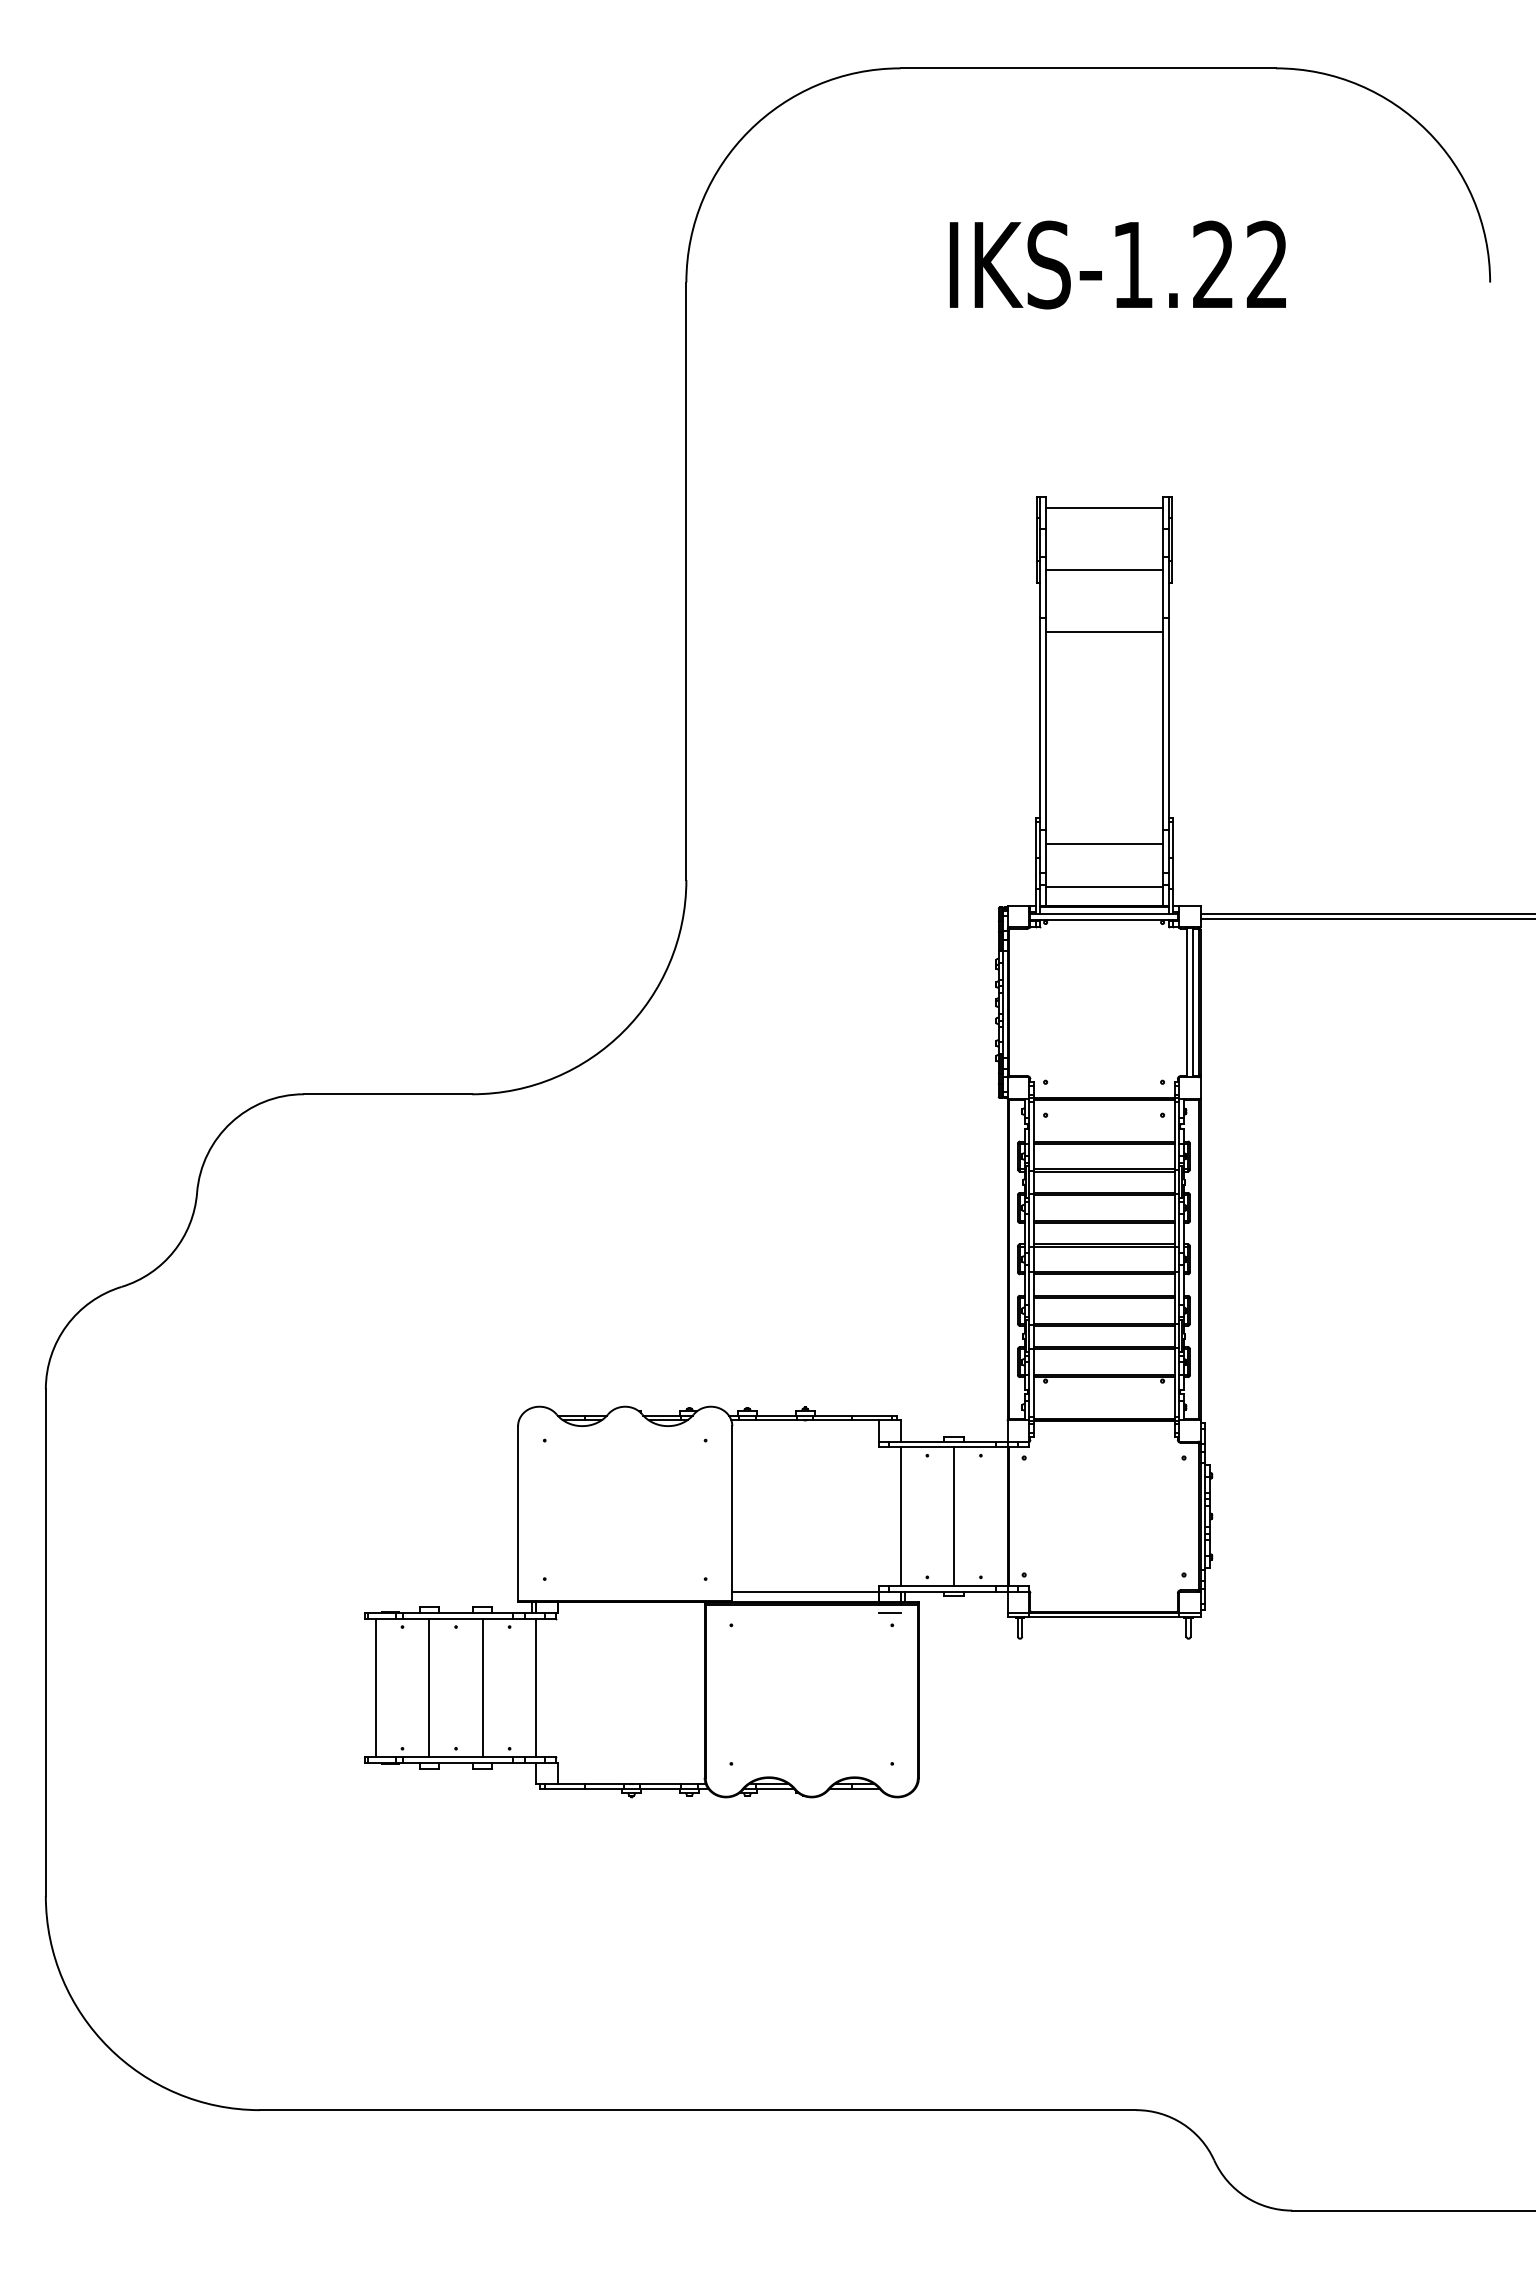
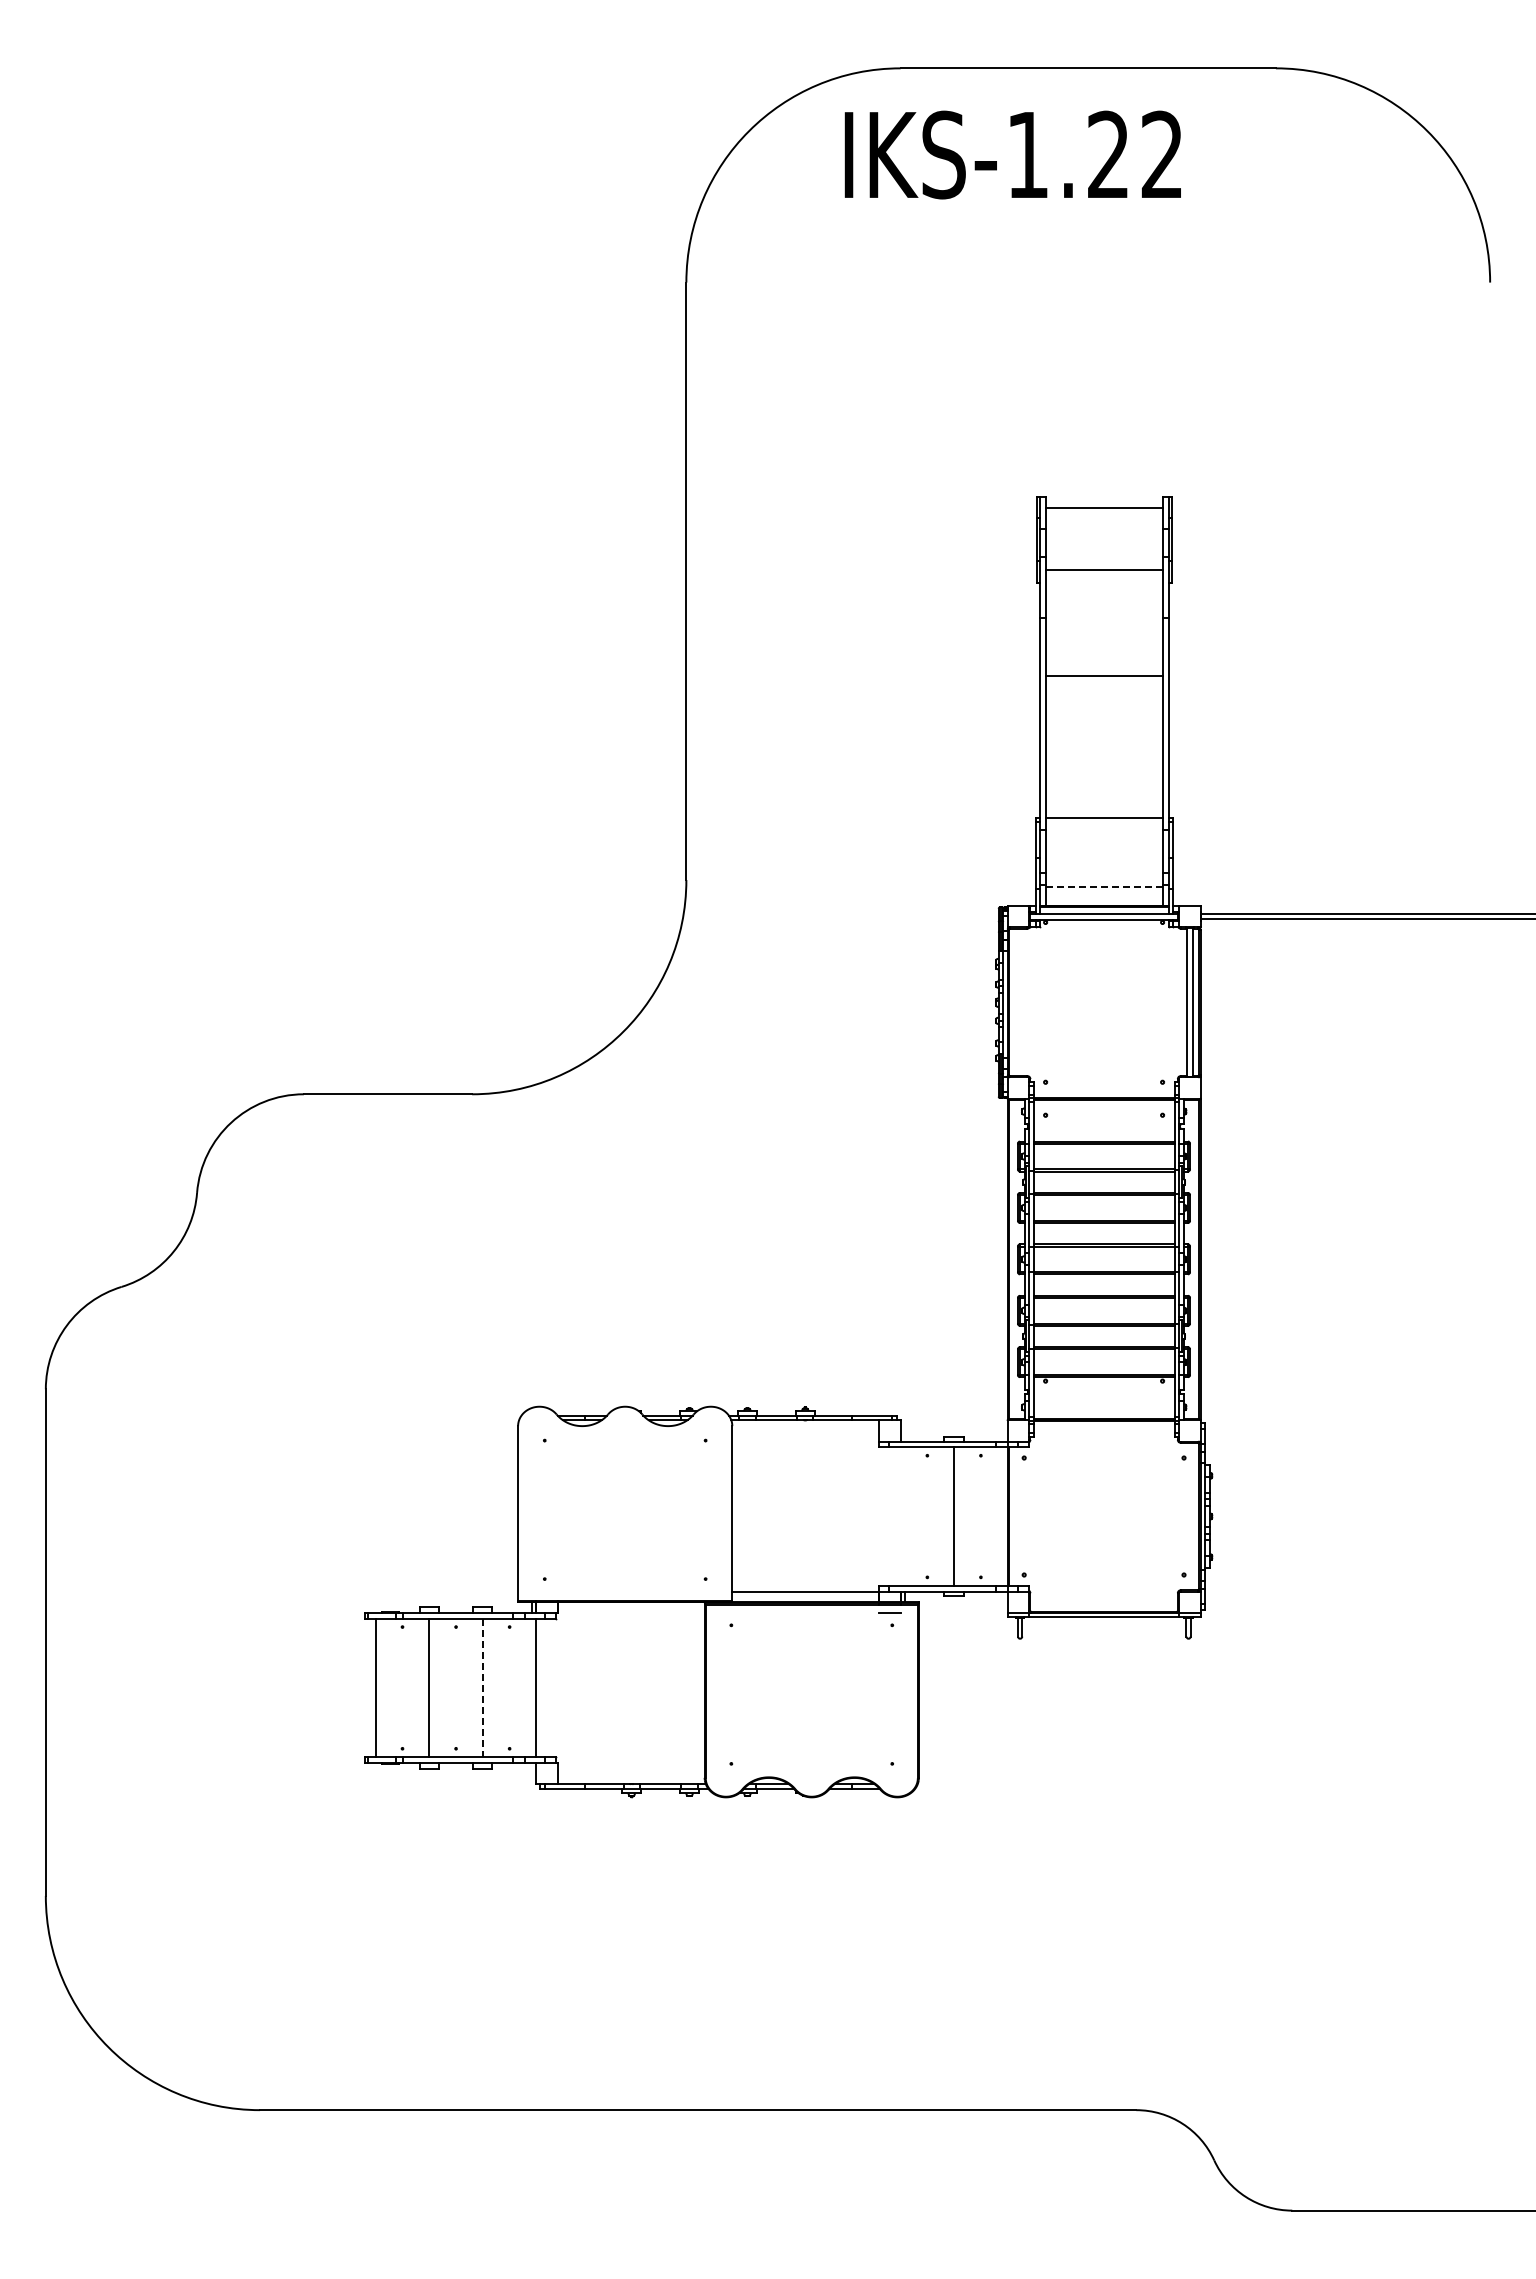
text at (1117, 264) position: (1117, 264) -> (1012, 154)
line at (1104, 631) position: (1104, 631) -> (1104, 675)
line at (1104, 843) position: (1104, 843) -> (1104, 817)
line at (1105, 886): solid -> dashed
line at (900, 1516): present -> none
line at (482, 1688): solid -> dashed
